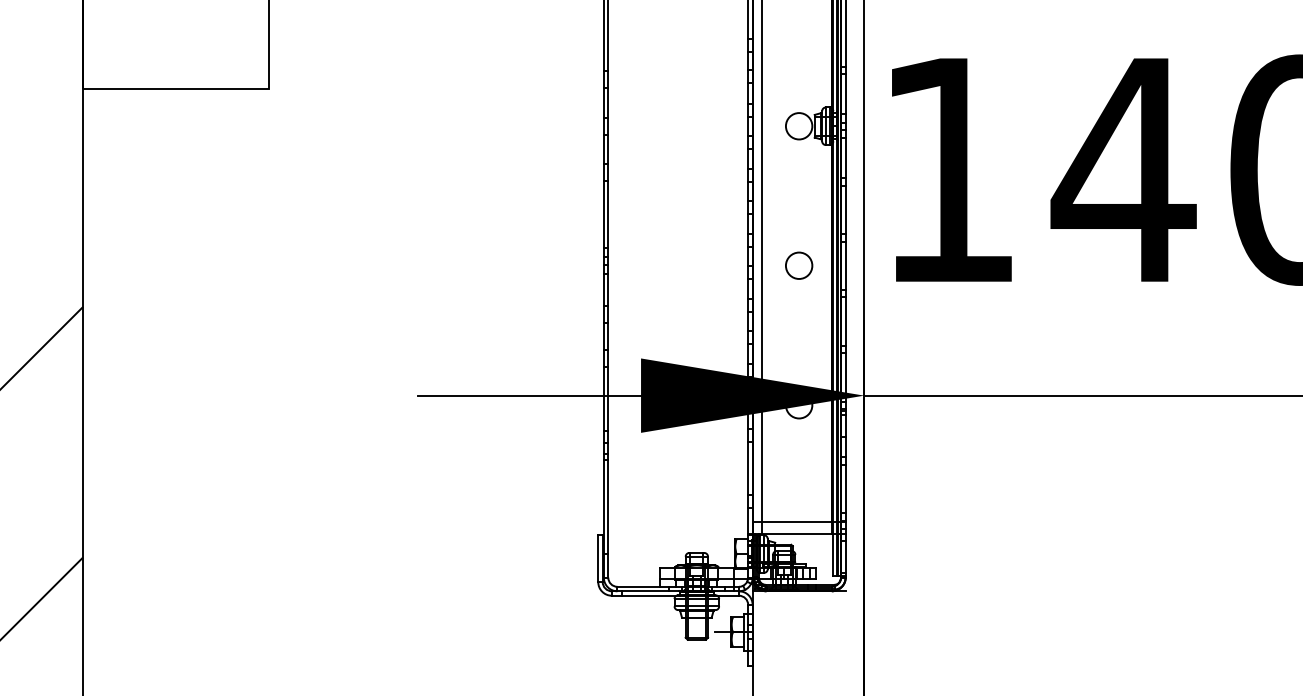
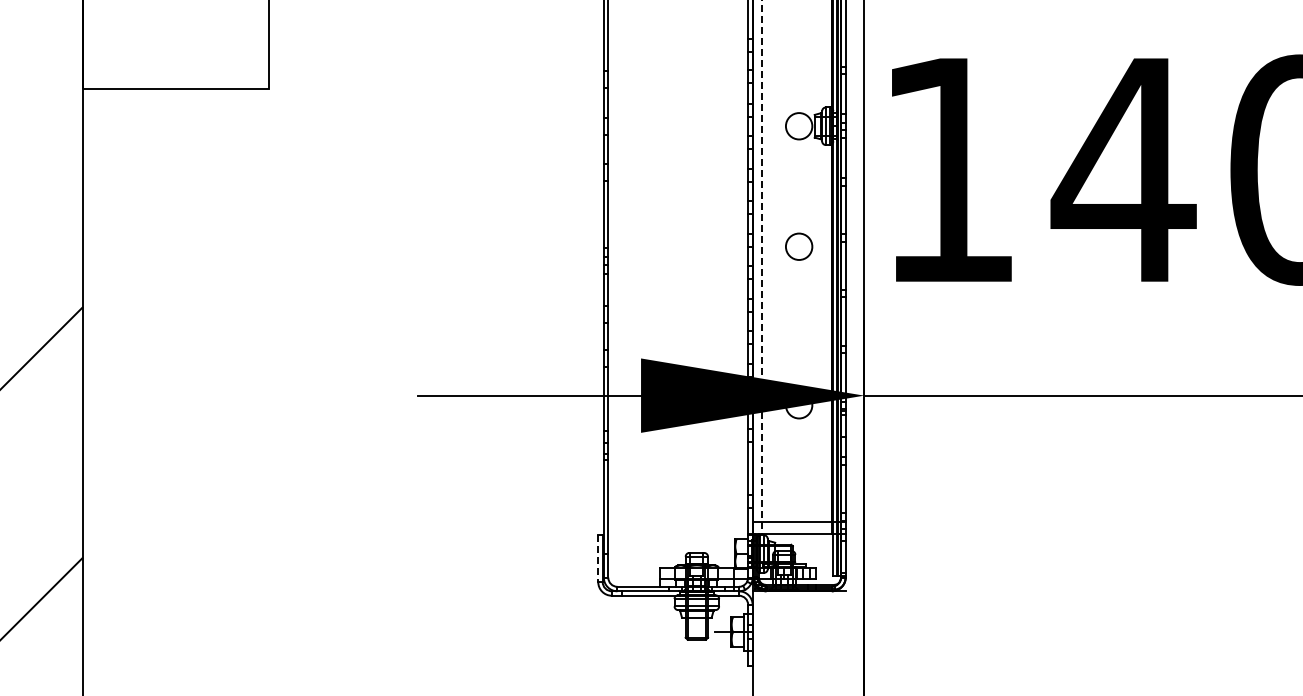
circle at (799, 265) position: (799, 265) -> (799, 246)
line at (761, 267): solid -> dashed
line at (598, 559): solid -> dashed
